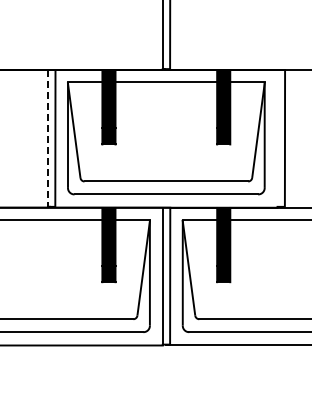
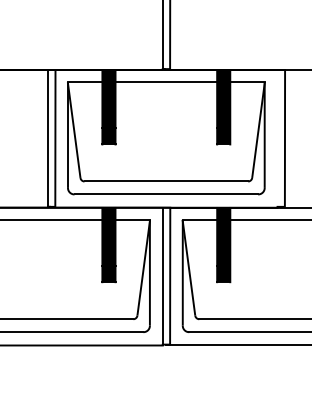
line at (48, 138): dashed -> solid
